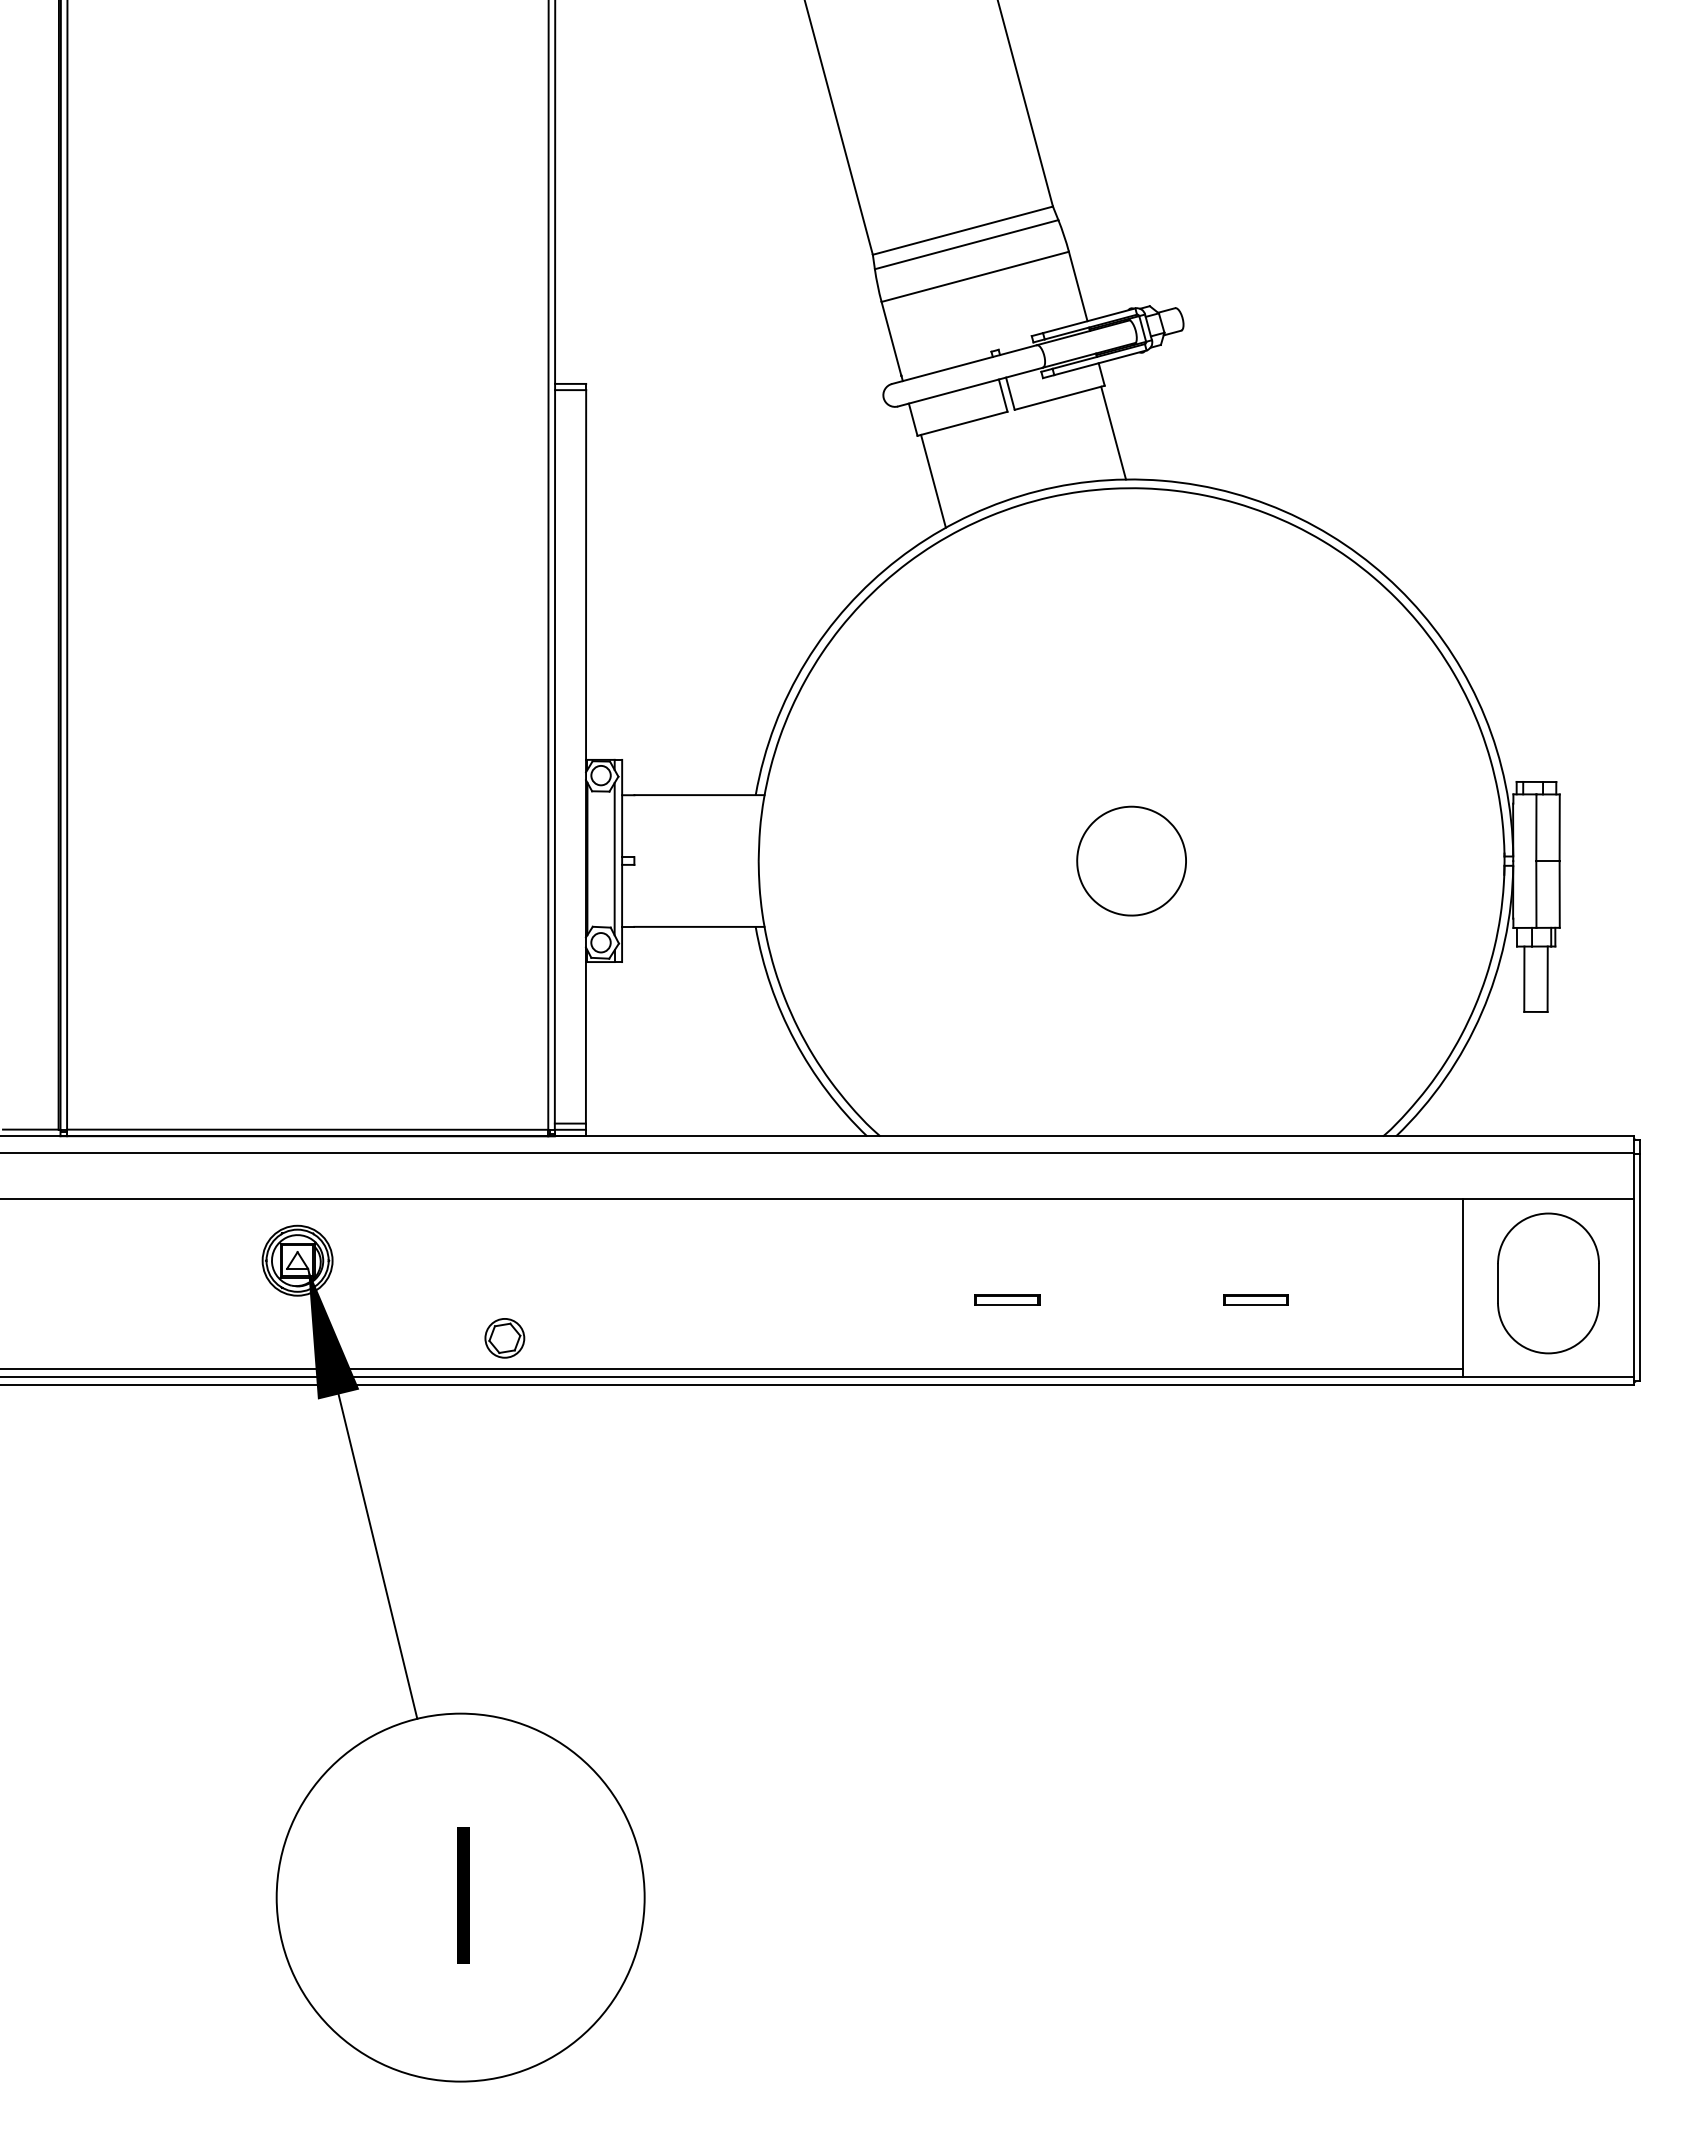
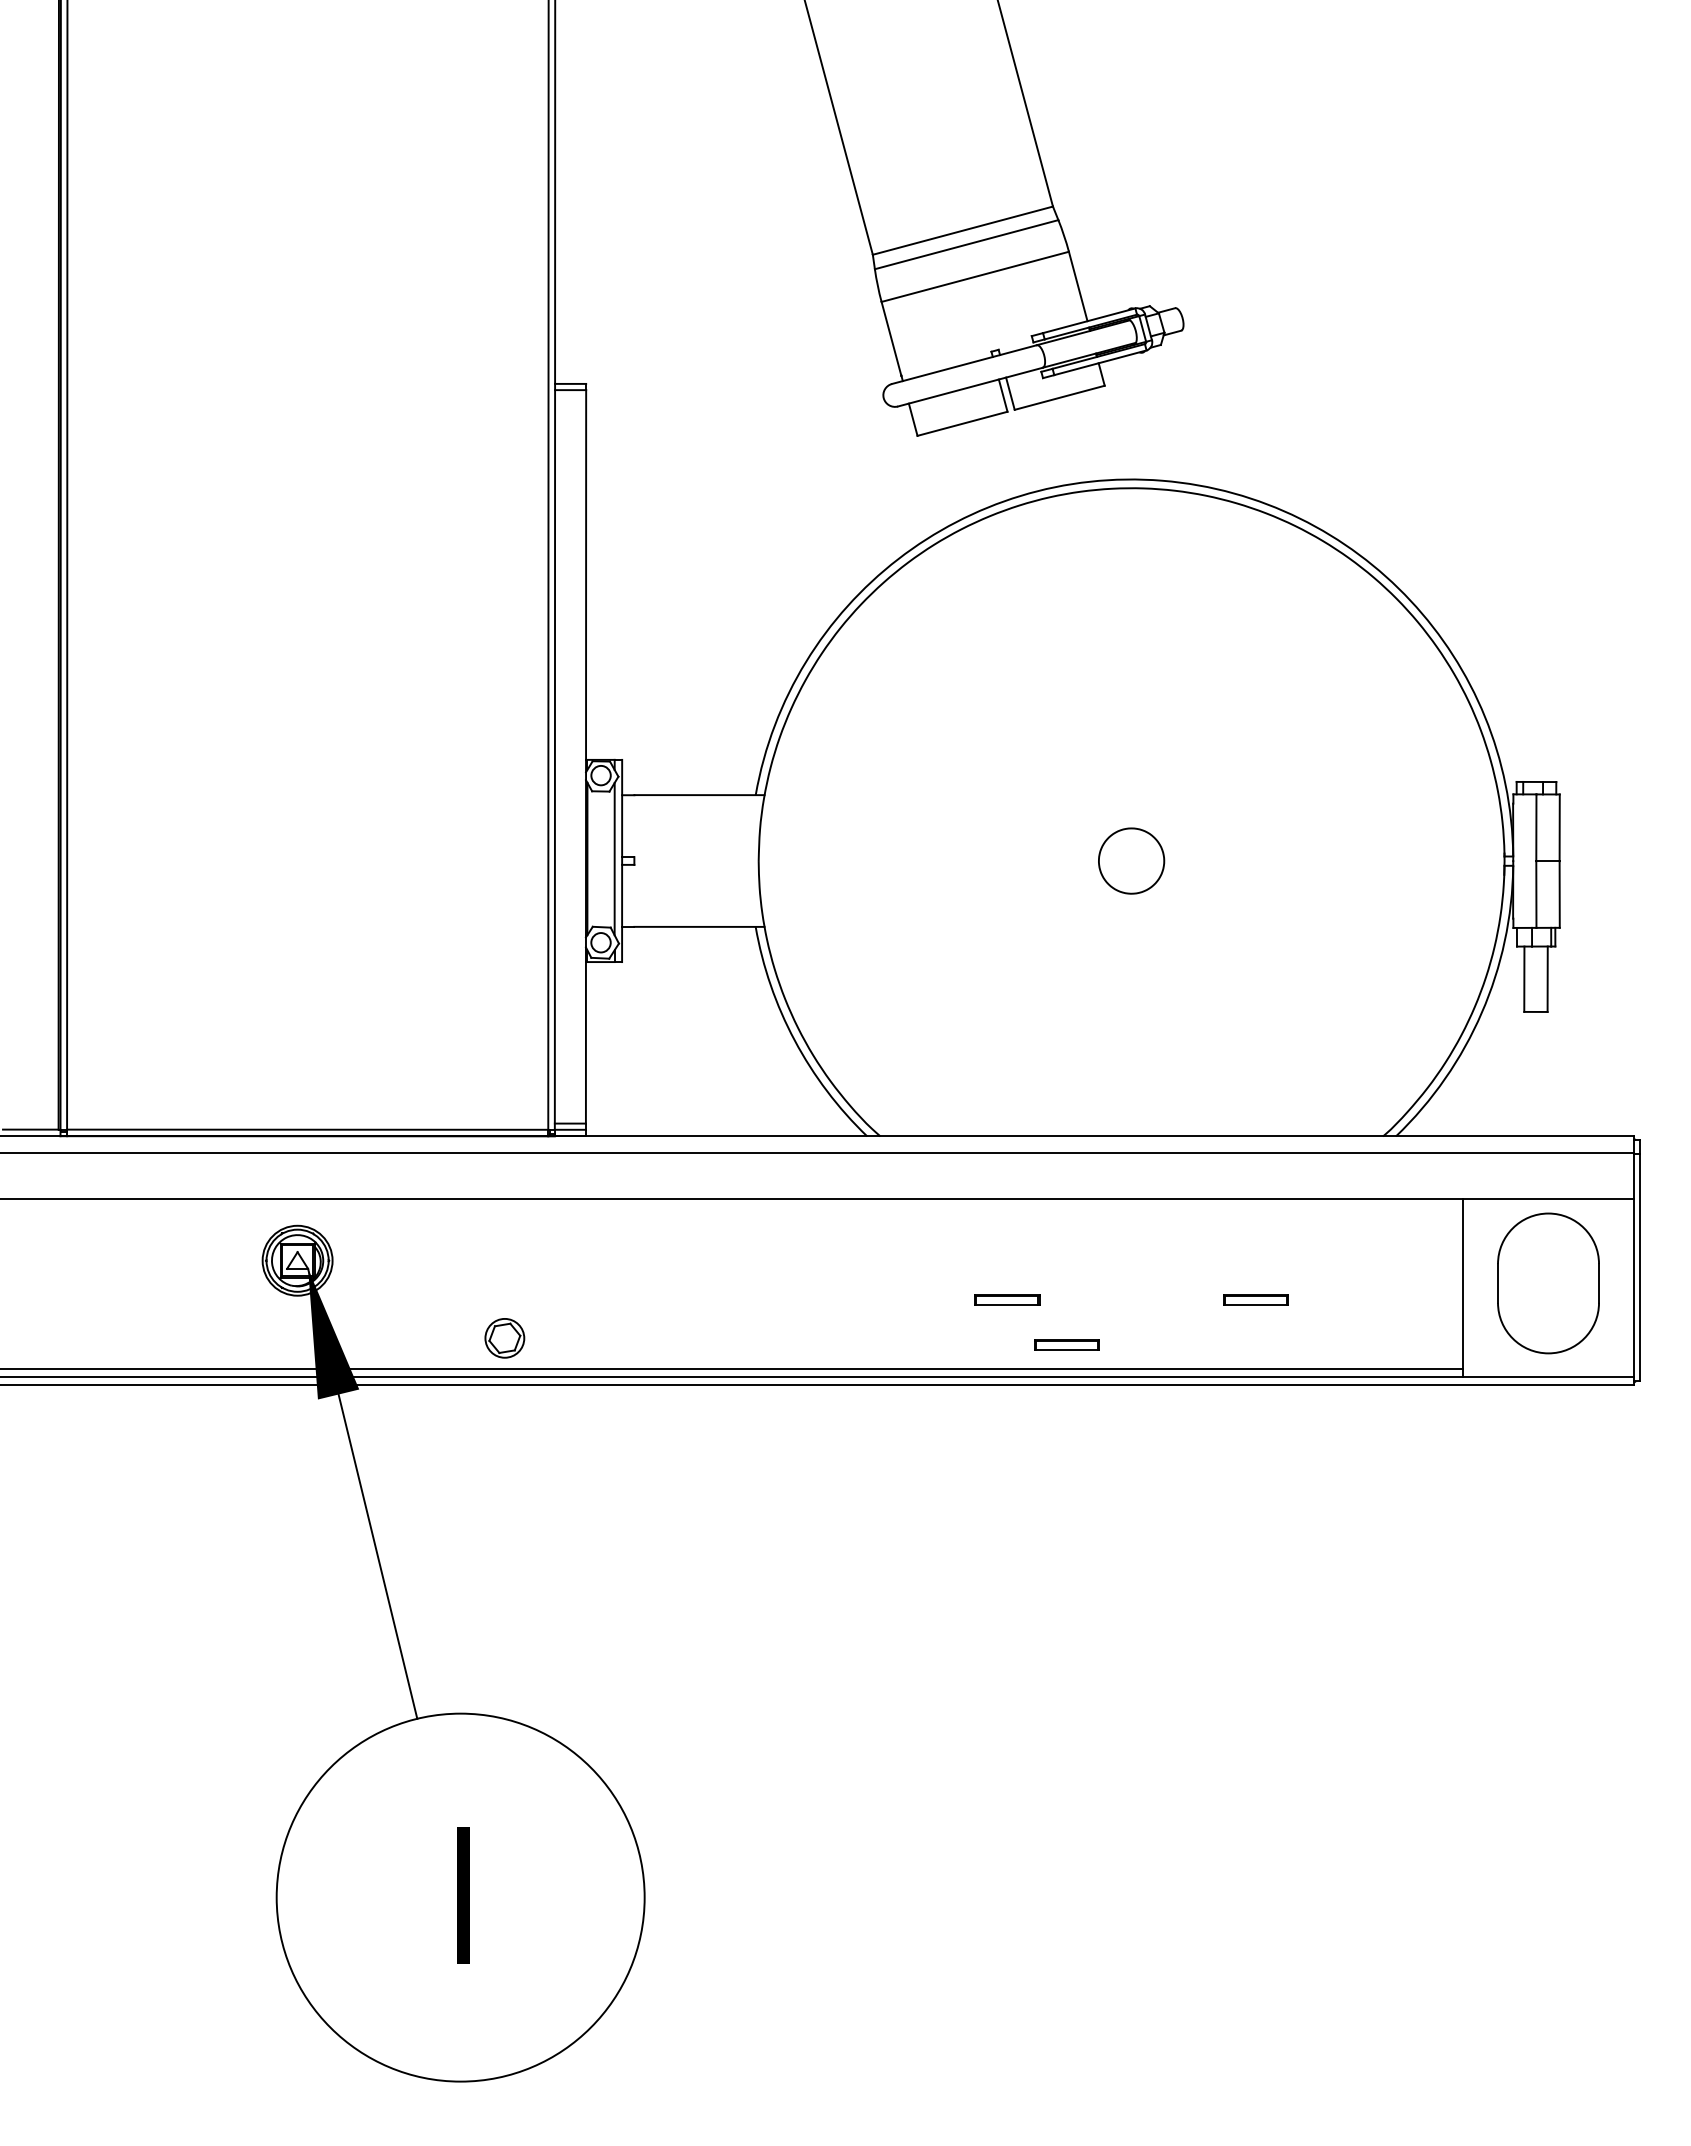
line at (1113, 432): present -> none
line at (933, 480): present -> none
part at (1131, 860) size: 111x112 px -> 68x68 px
part at (1066, 1344): none -> present
